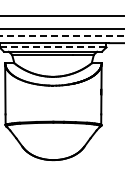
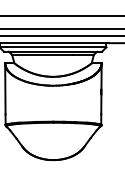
line at (62, 35): dashed -> solid
line at (55, 47): dashed -> solid
